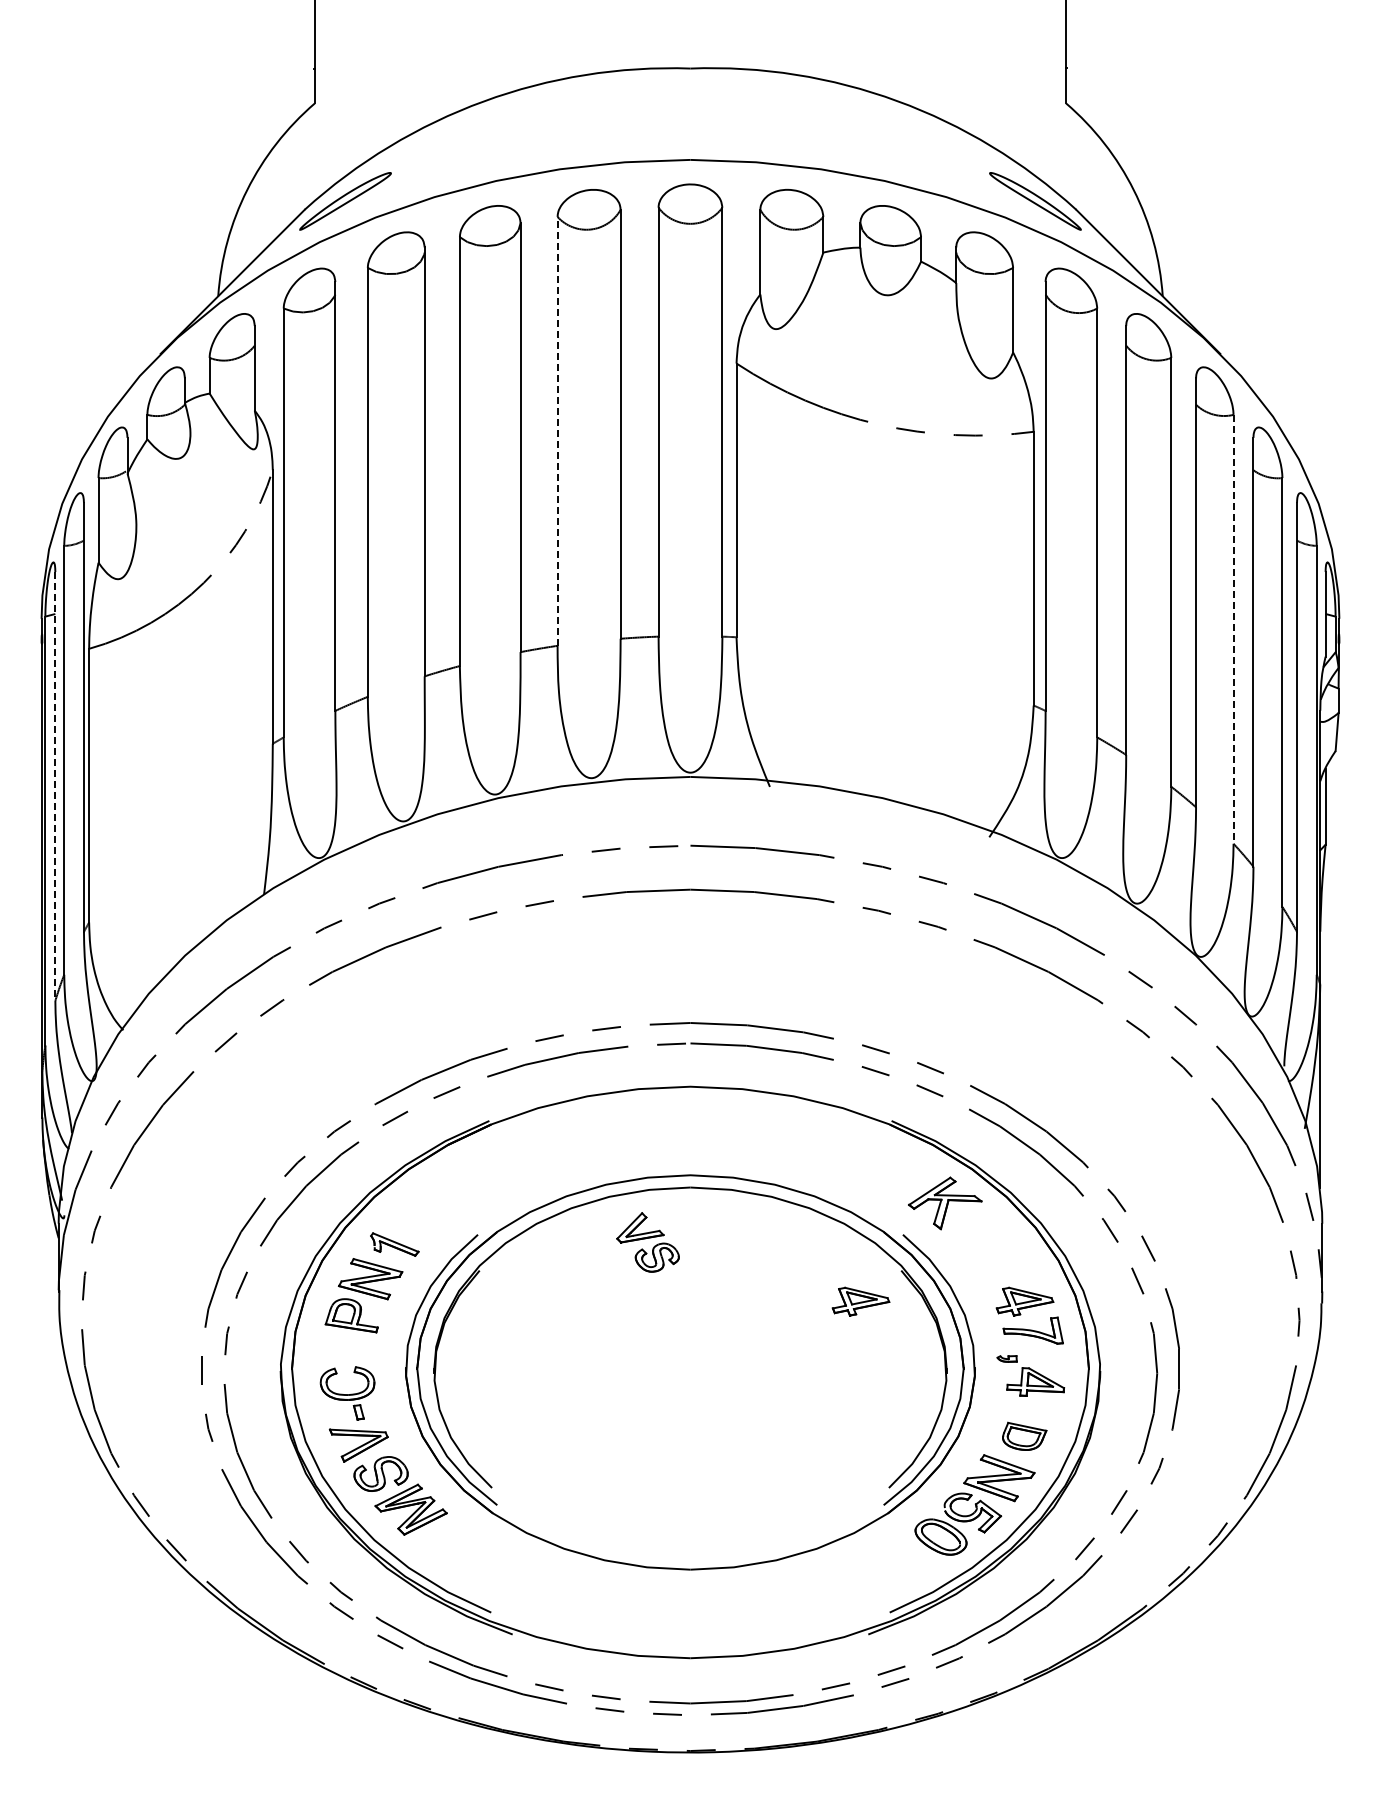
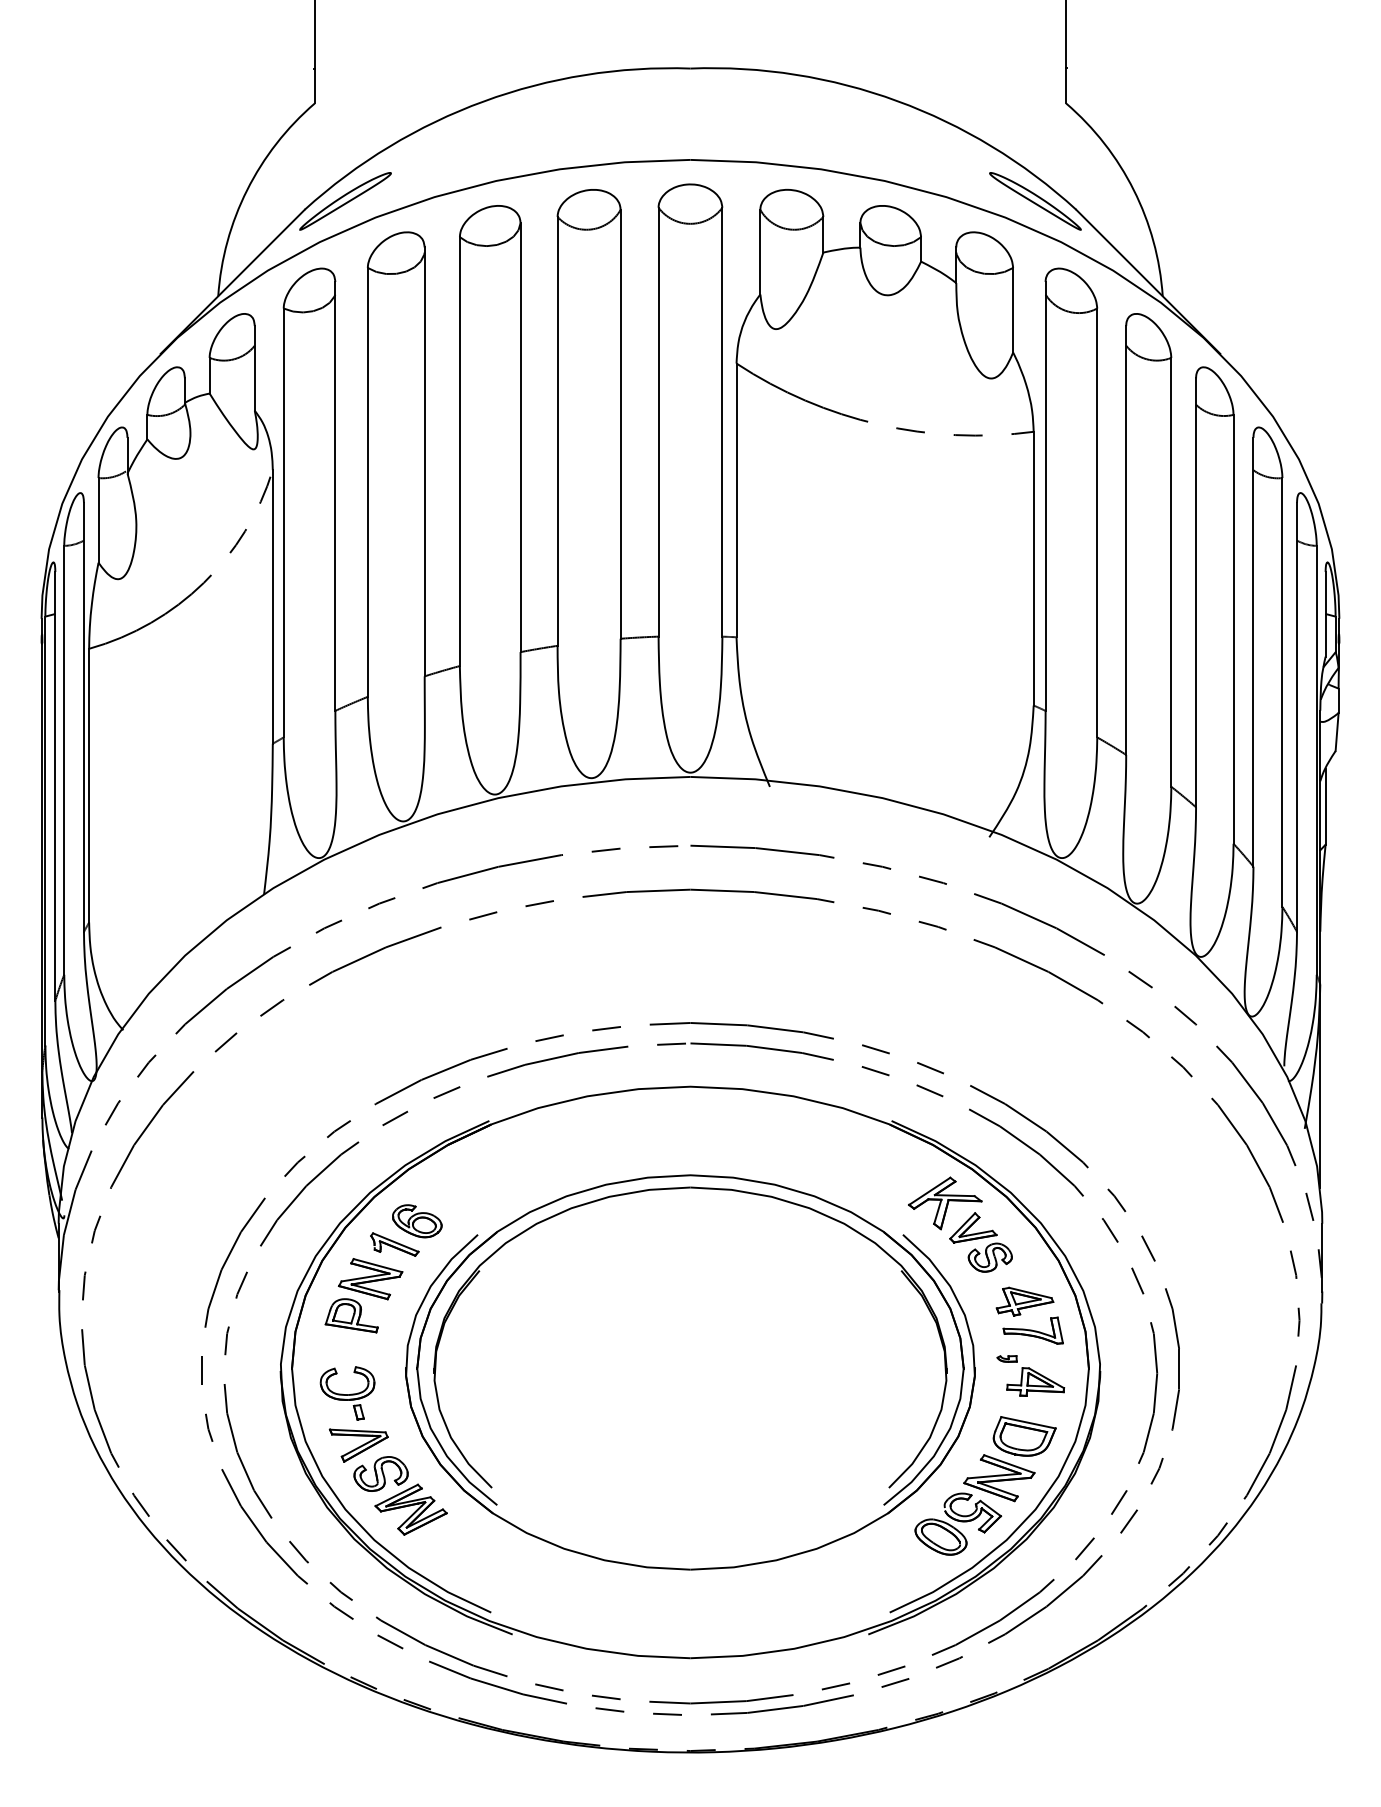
line at (557, 430): dashed -> solid
line at (1233, 629): dashed -> solid
line at (55, 787): dashed -> solid
part at (417, 1221): none -> present
part at (647, 1242) position: (647, 1242) -> (980, 1242)
part at (860, 1301): present -> none
part at (1024, 1435) size: 46x30 px -> 65x41 px
